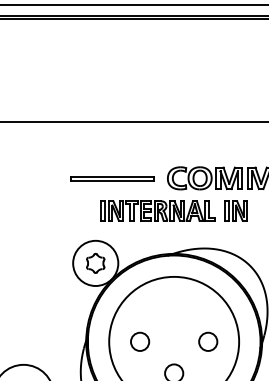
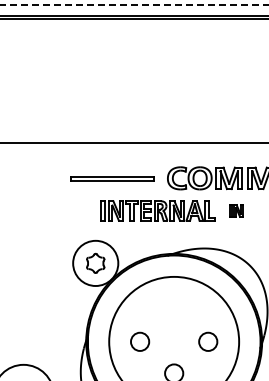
line at (134, 5): solid -> dashed
line at (133, 121) position: (133, 121) -> (133, 142)
part at (235, 210) size: 24x22 px -> 15x14 px
